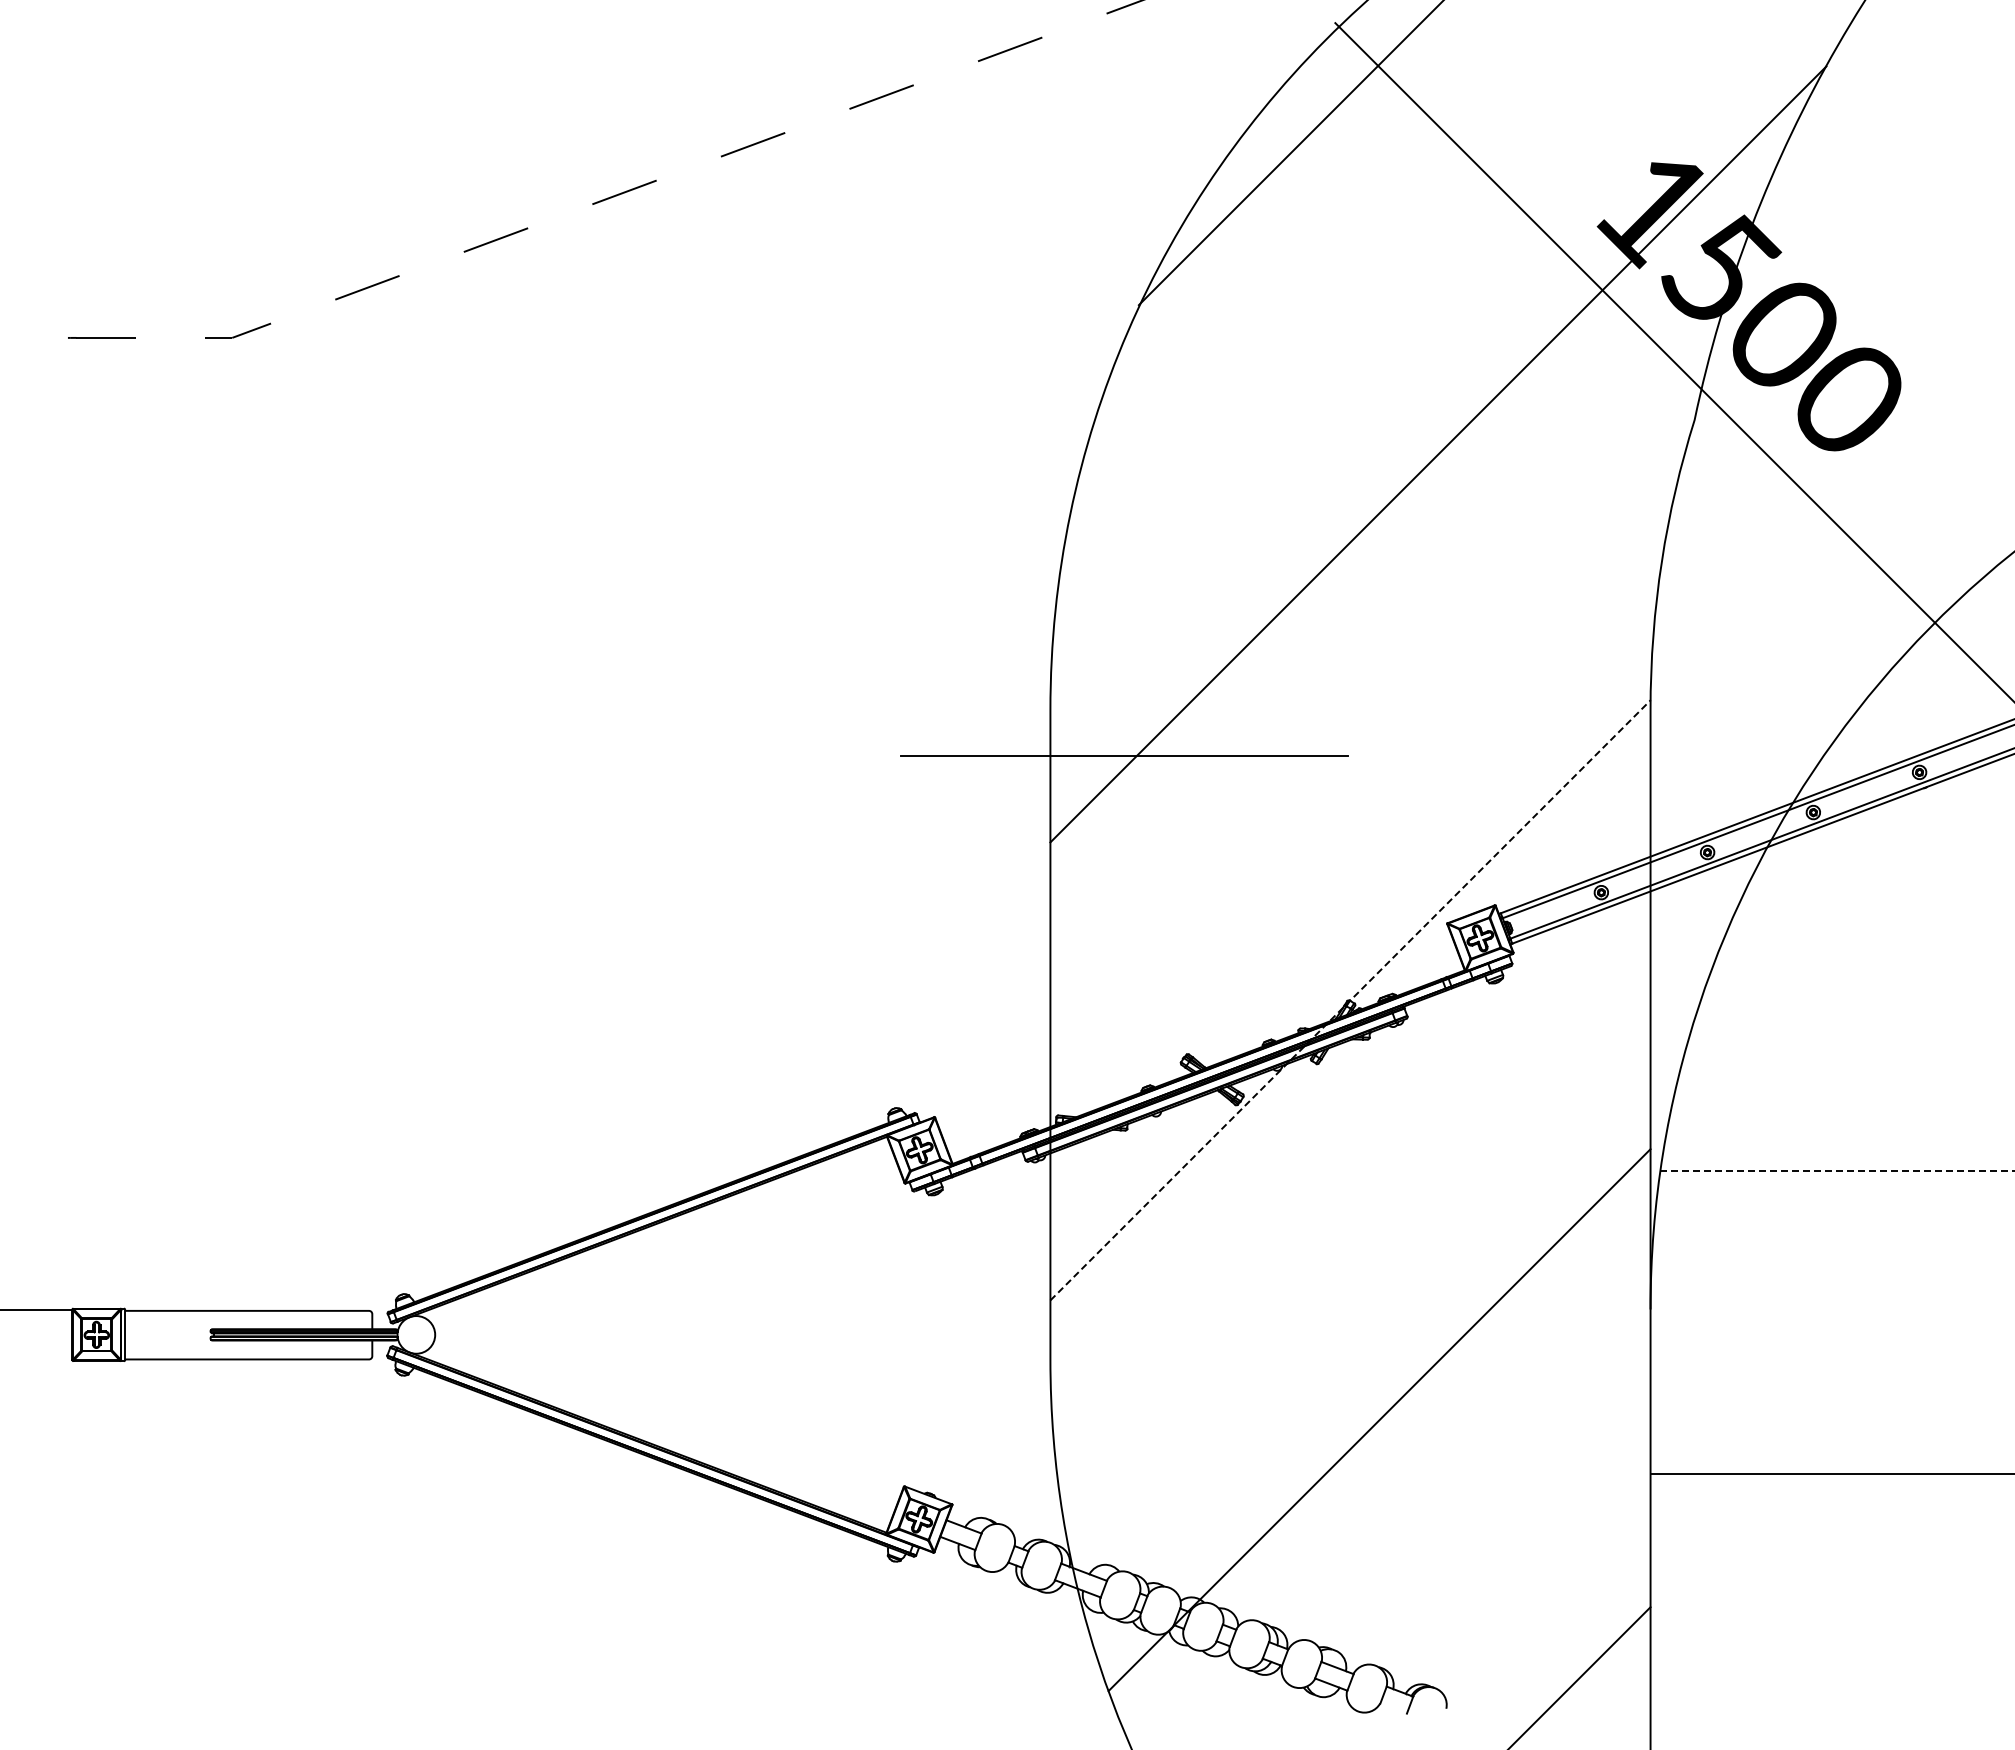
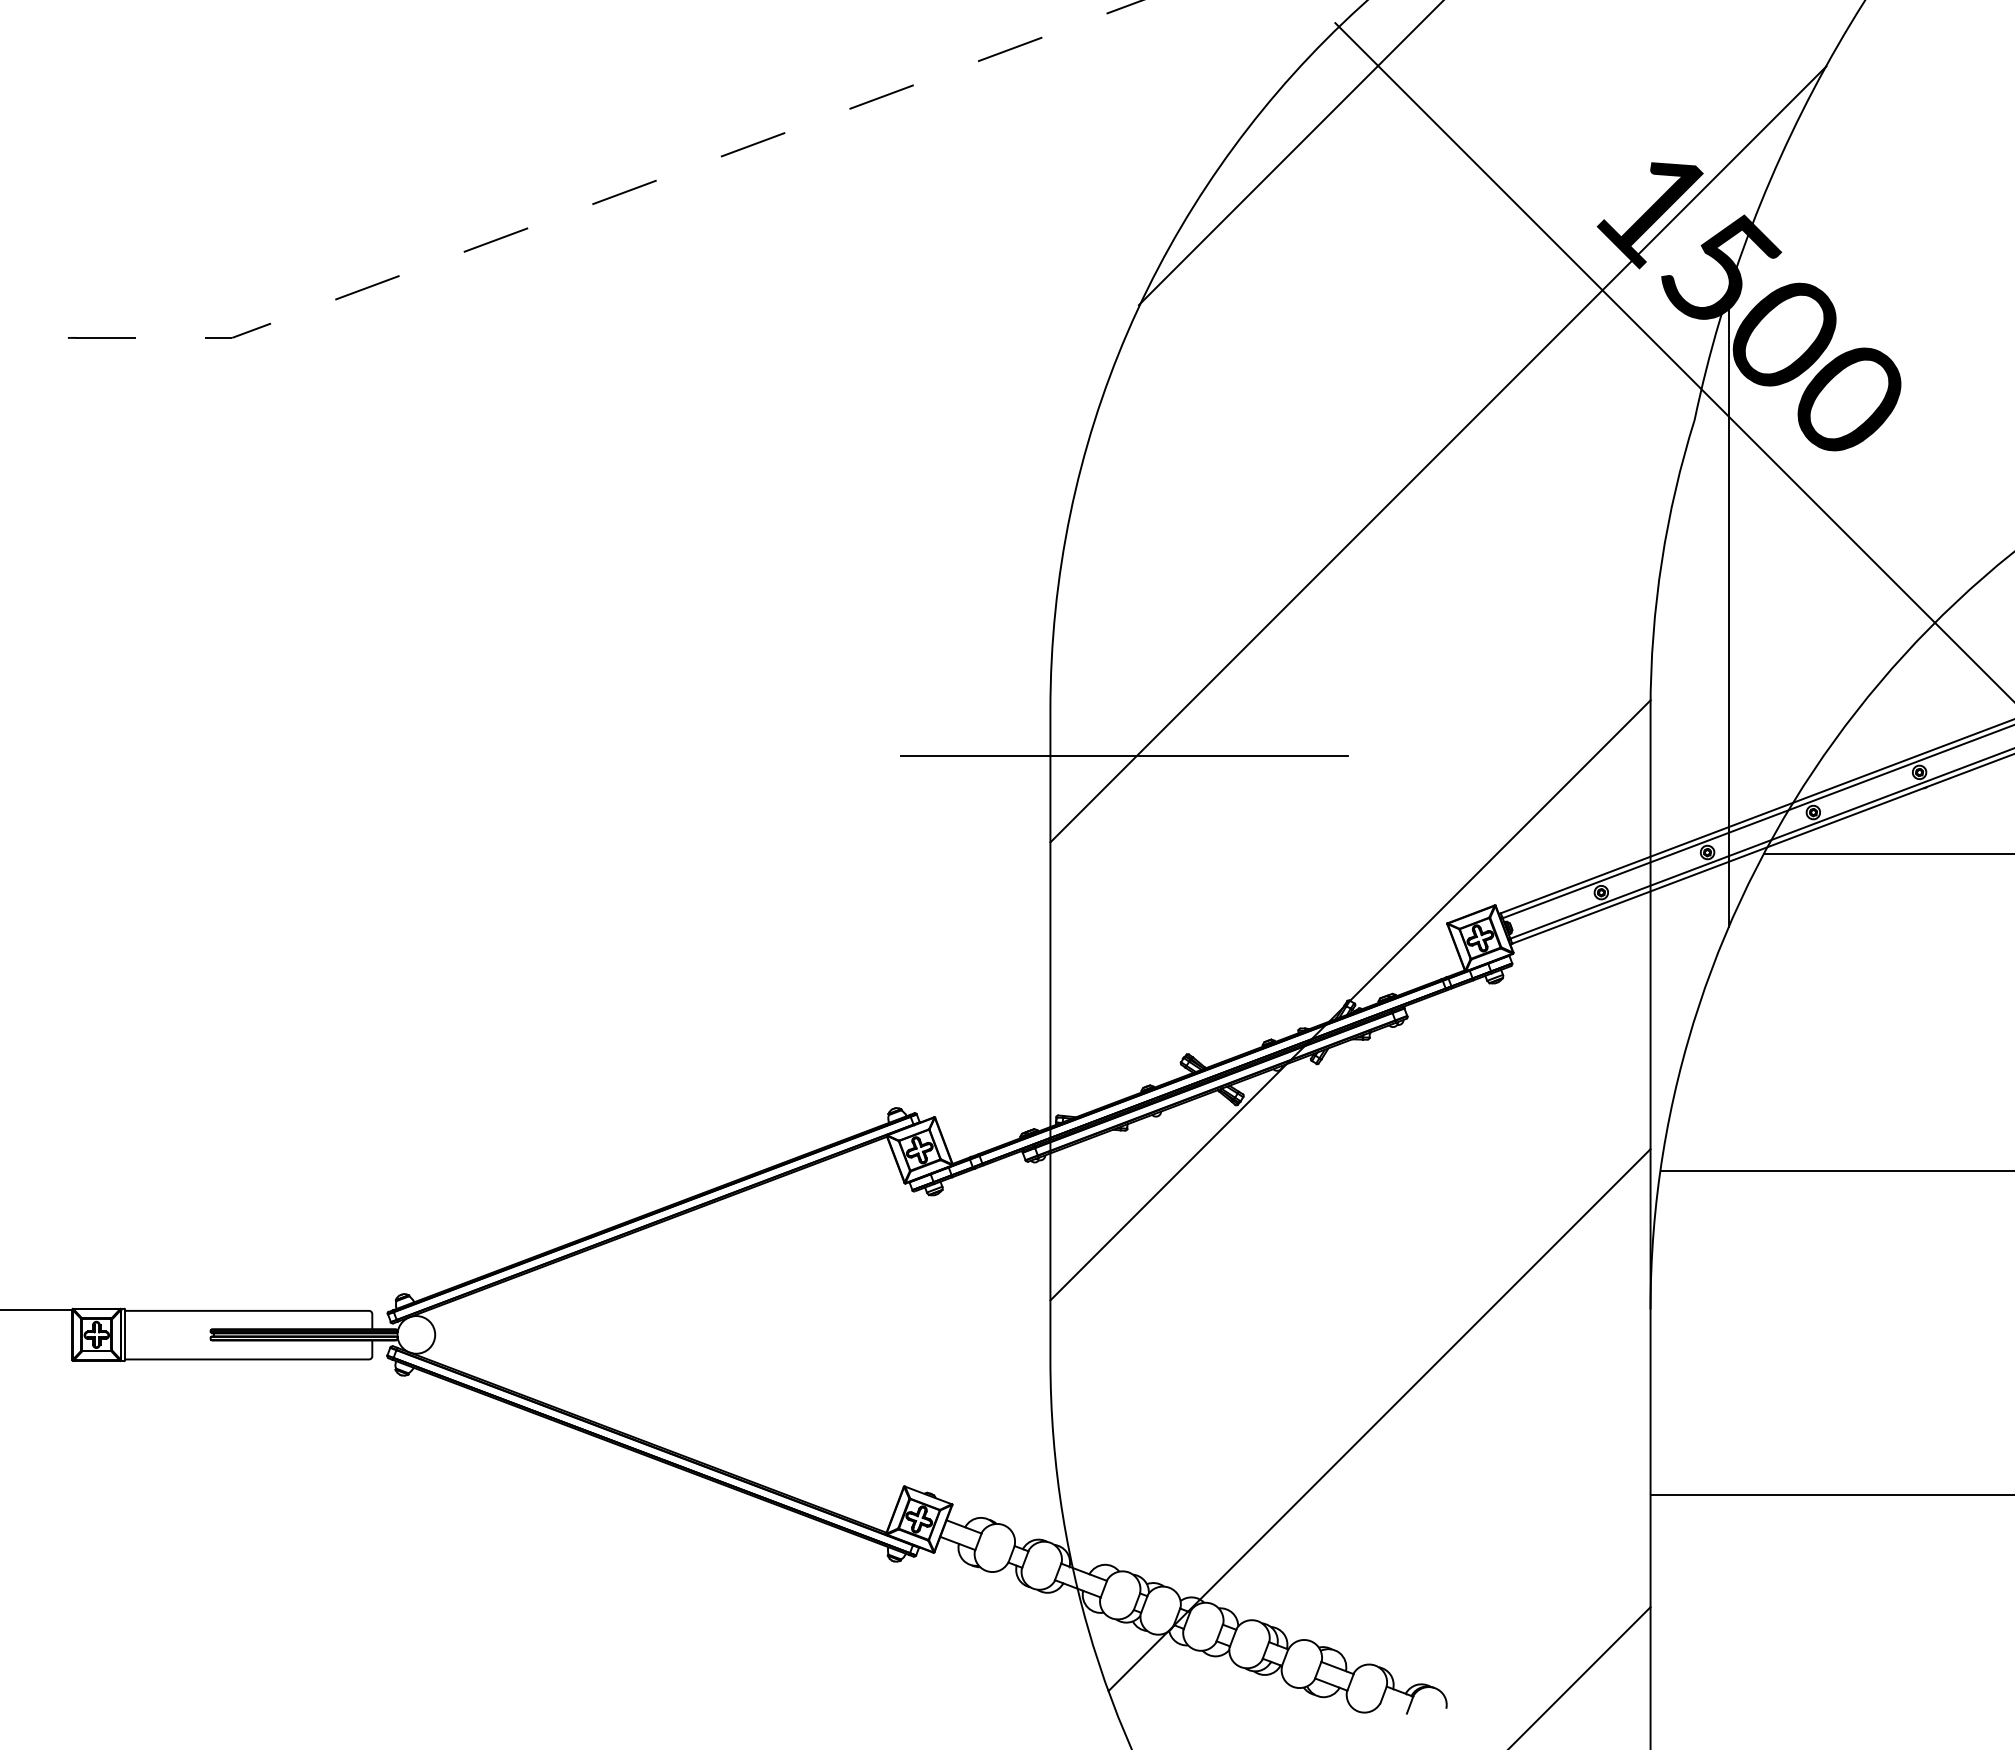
line at (1728, 608): none -> present
line at (1887, 853): none -> present
line at (1350, 999): dashed -> solid
line at (1837, 1171): dashed -> solid
line at (1830, 1473) position: (1830, 1473) -> (1830, 1494)
